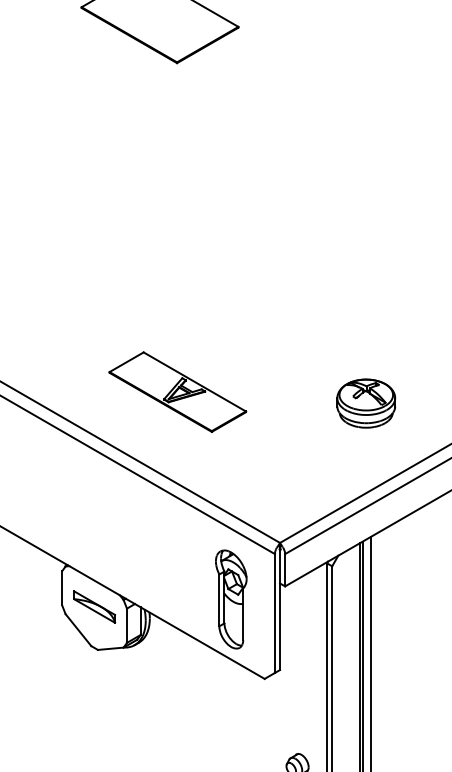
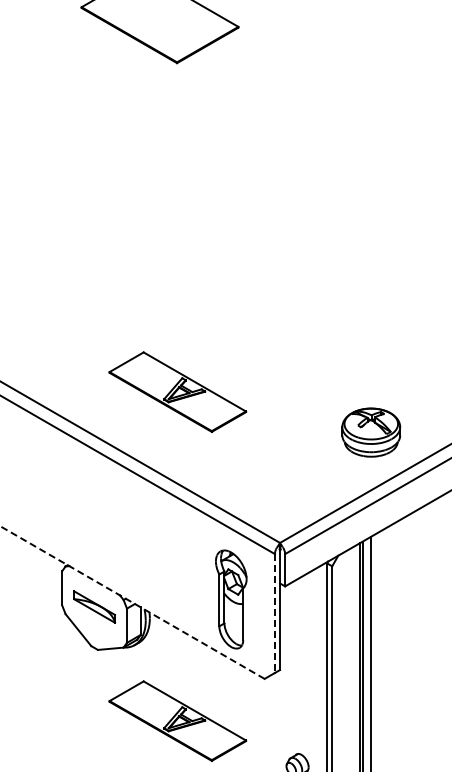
part at (366, 403) position: (366, 403) -> (371, 432)
line at (132, 602): solid -> dashed
line at (274, 614): solid -> dashed
part at (177, 720): none -> present
